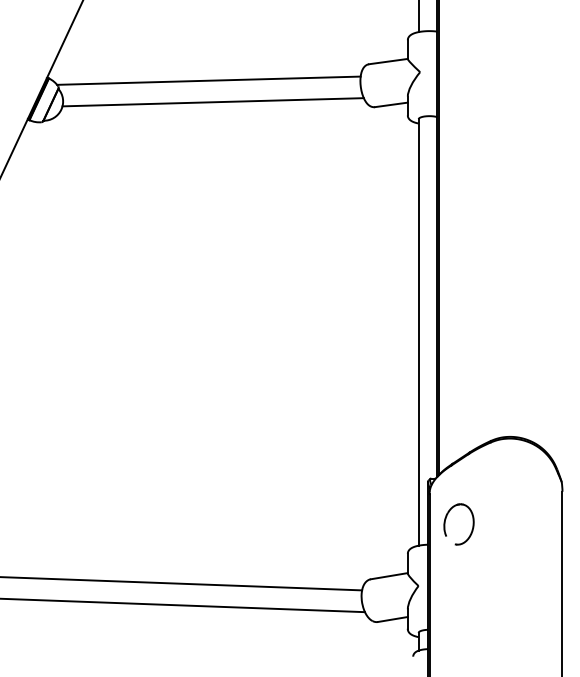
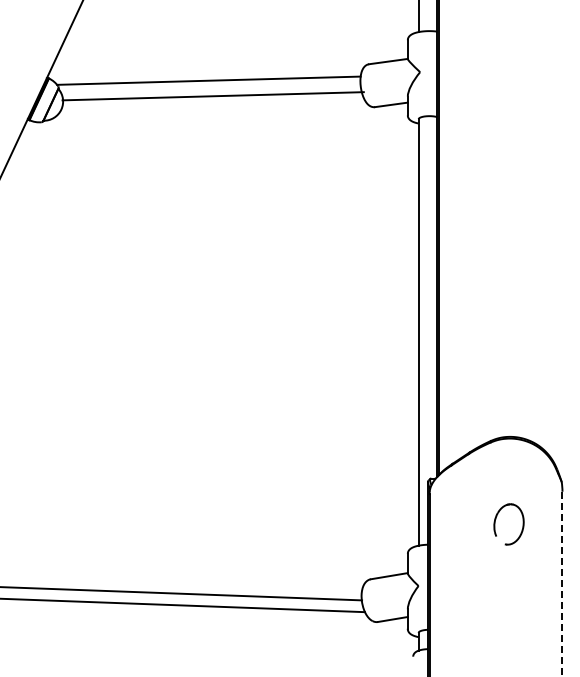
line at (212, 102) position: (212, 102) -> (212, 96)
part at (446, 519) position: (446, 519) -> (496, 519)
line at (182, 583) position: (182, 583) -> (182, 593)
line at (562, 584): solid -> dashed
